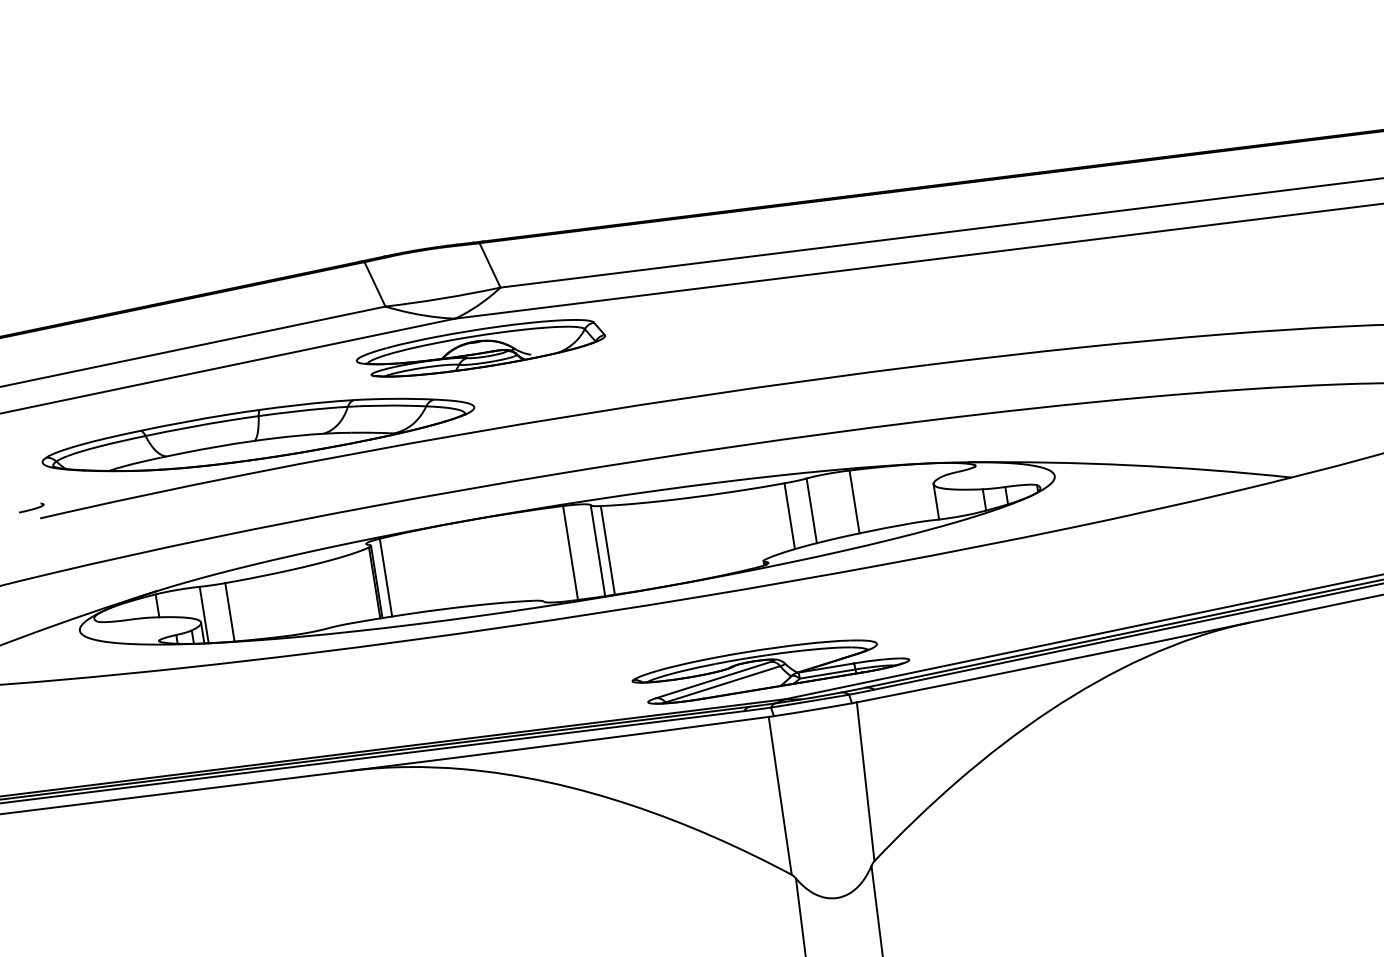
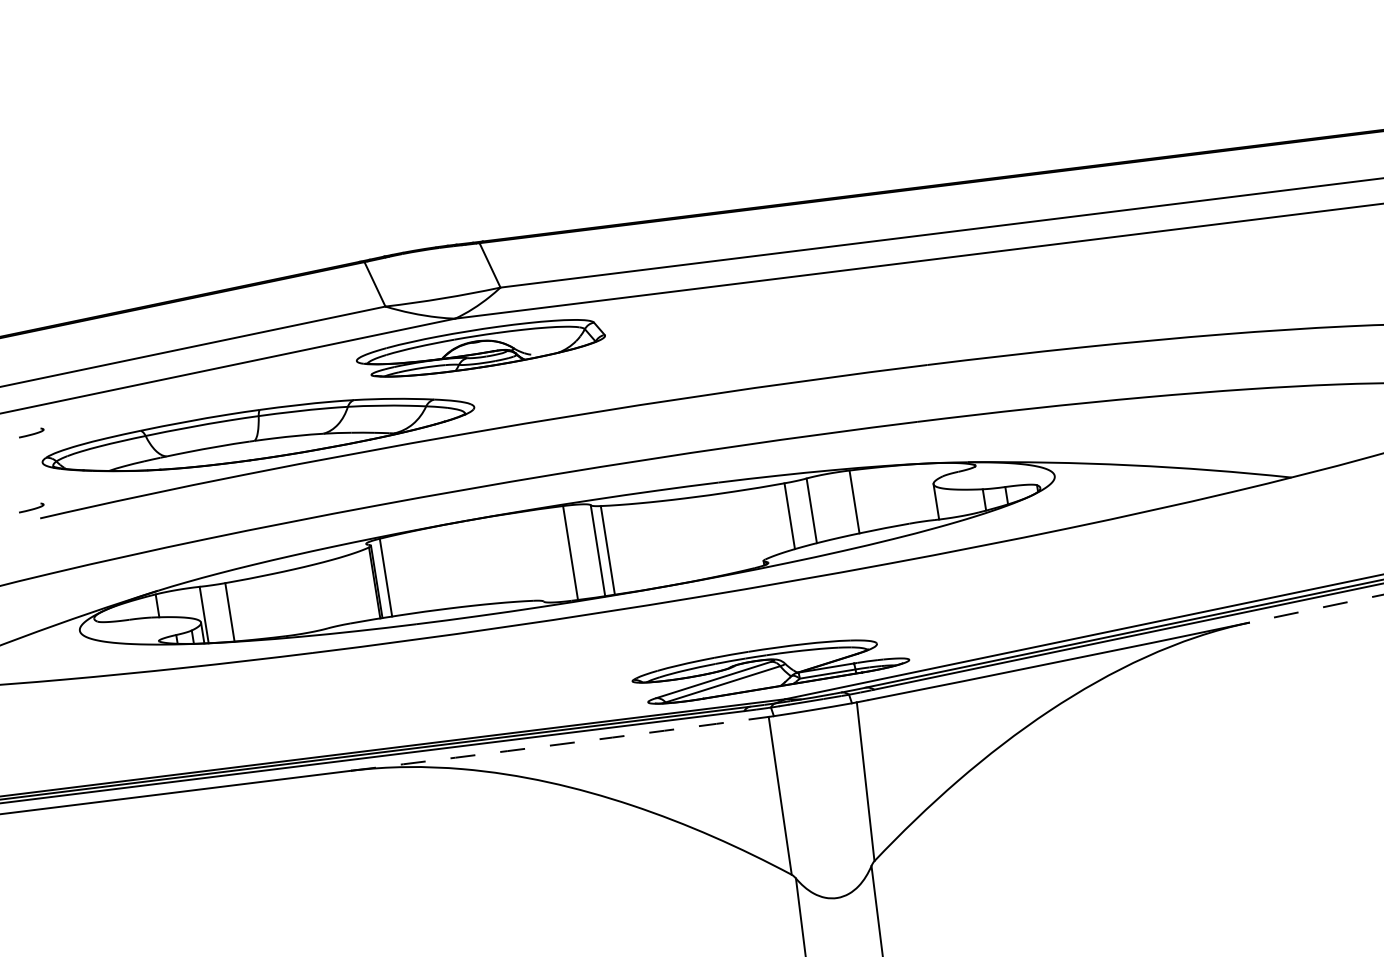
curve at (31, 433): none -> present
line at (1316, 608): solid -> dashed
arc at (559, 744): solid -> dashed
